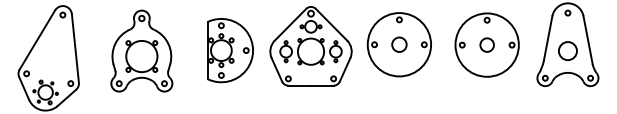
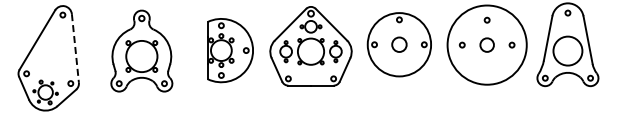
circle at (486, 44) diameter: 63 px -> 79 px
line at (75, 48): solid -> dashed
circle at (567, 51) diameter: 18 px -> 29 px
